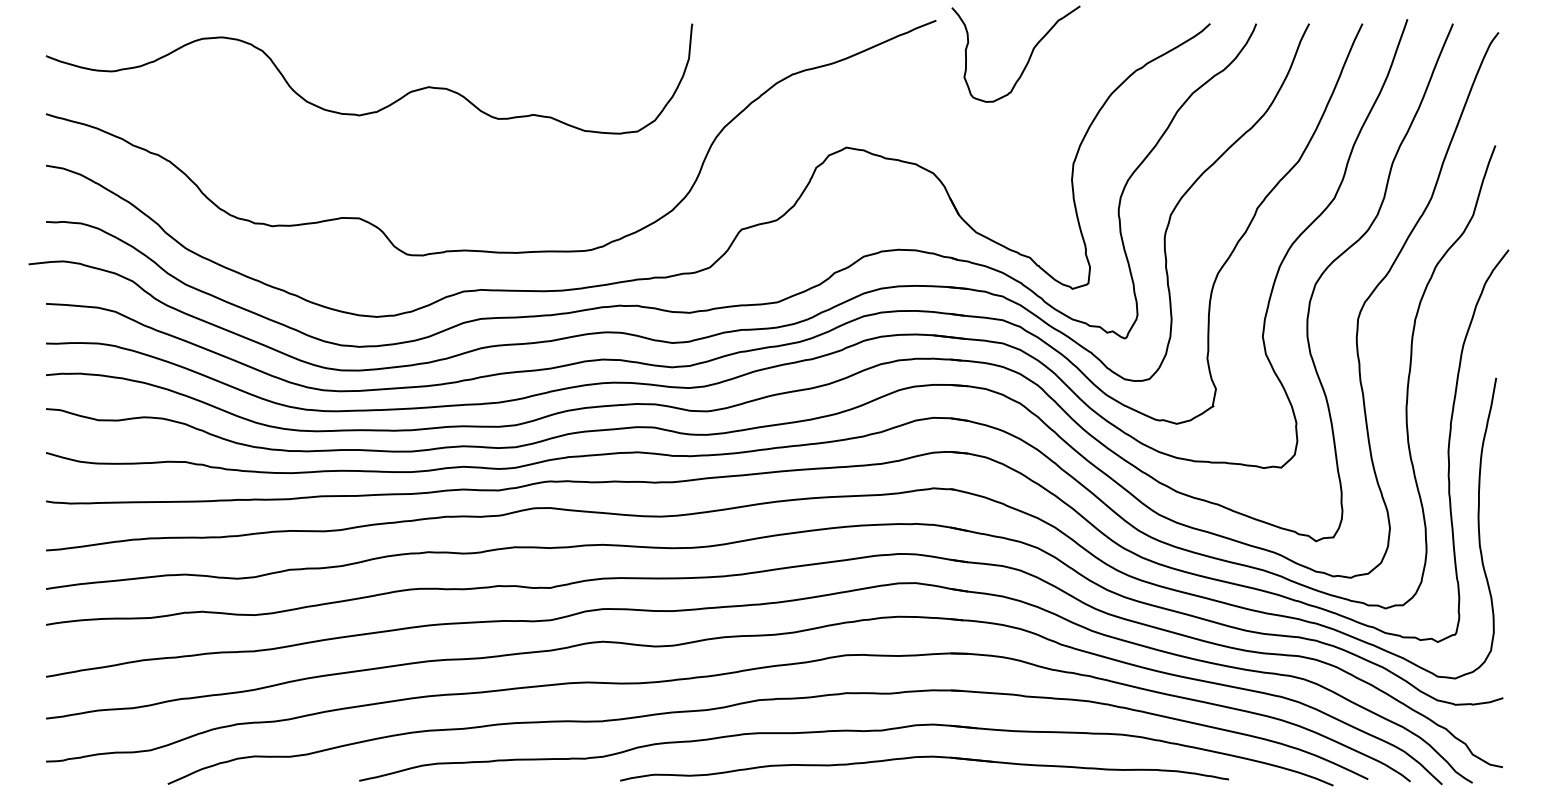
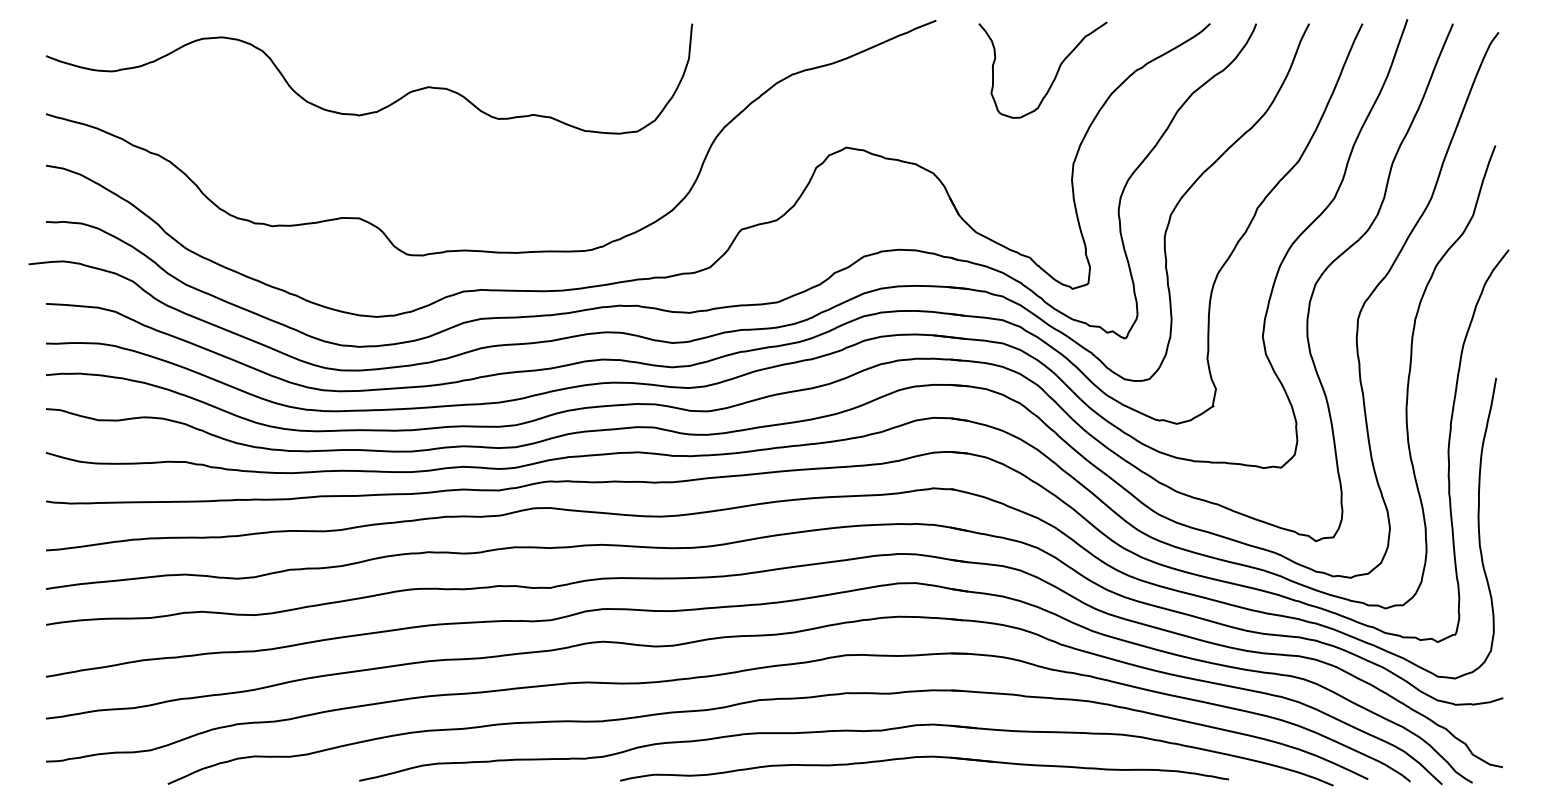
curve at (1027, 60) position: (1027, 60) -> (1054, 76)
